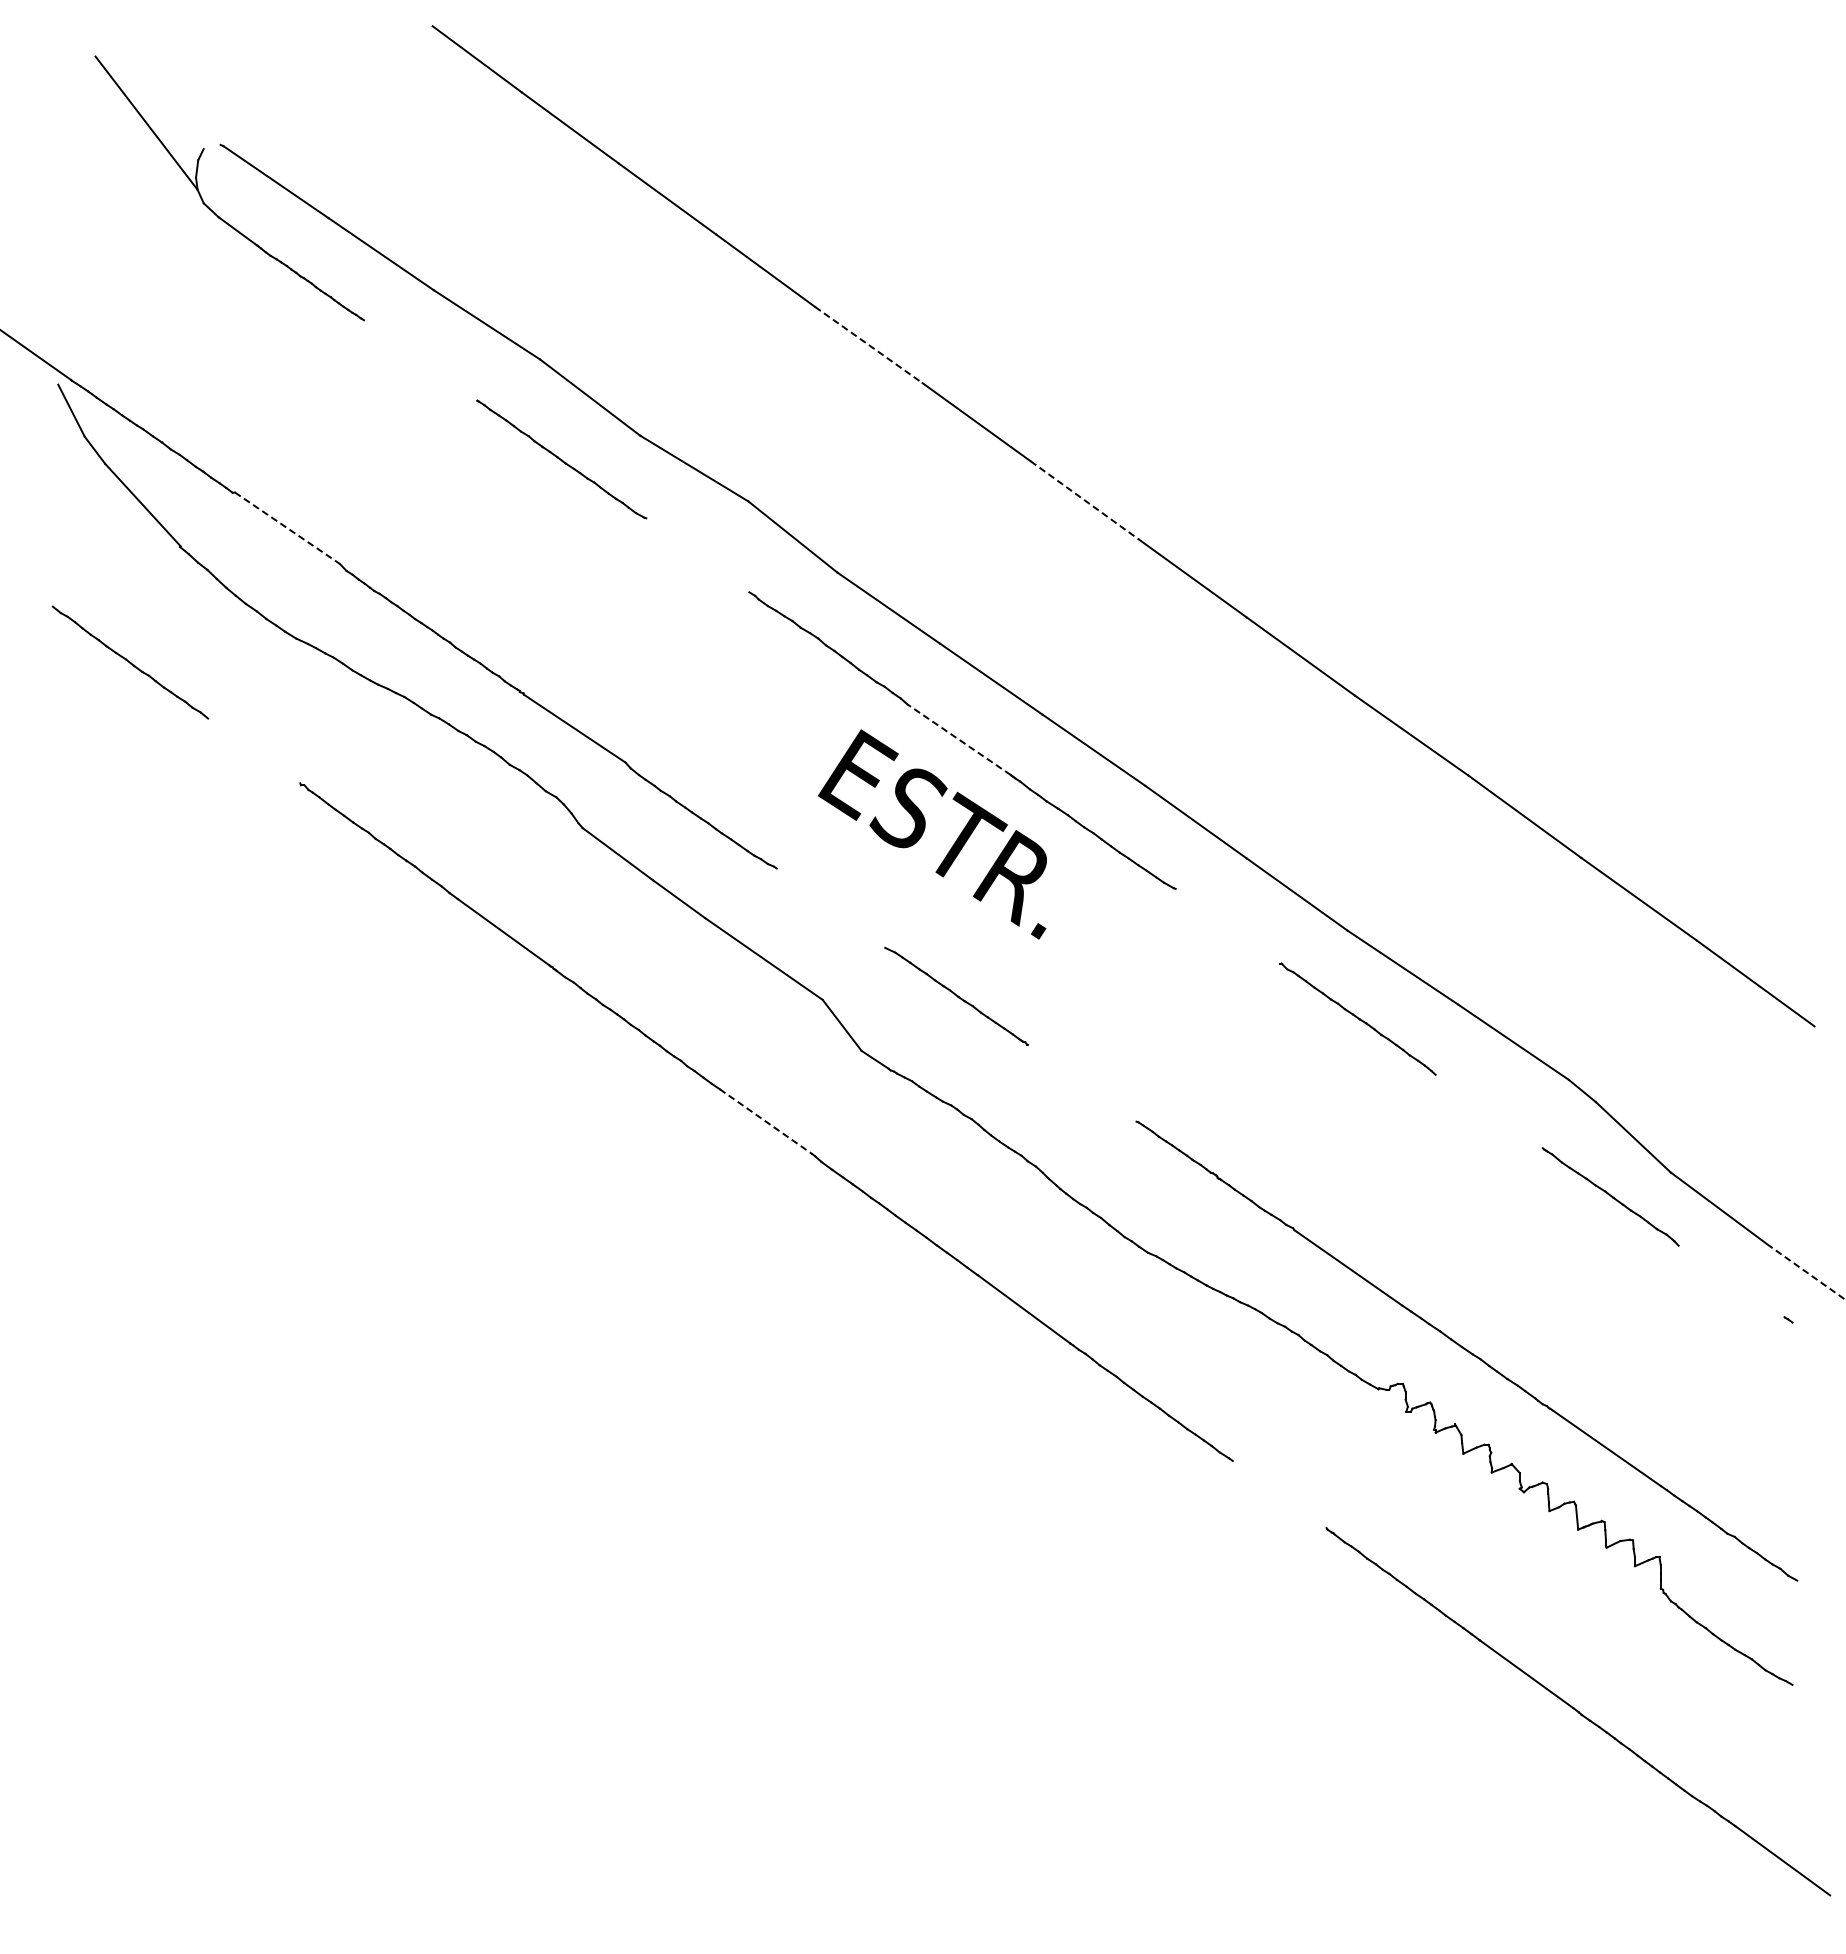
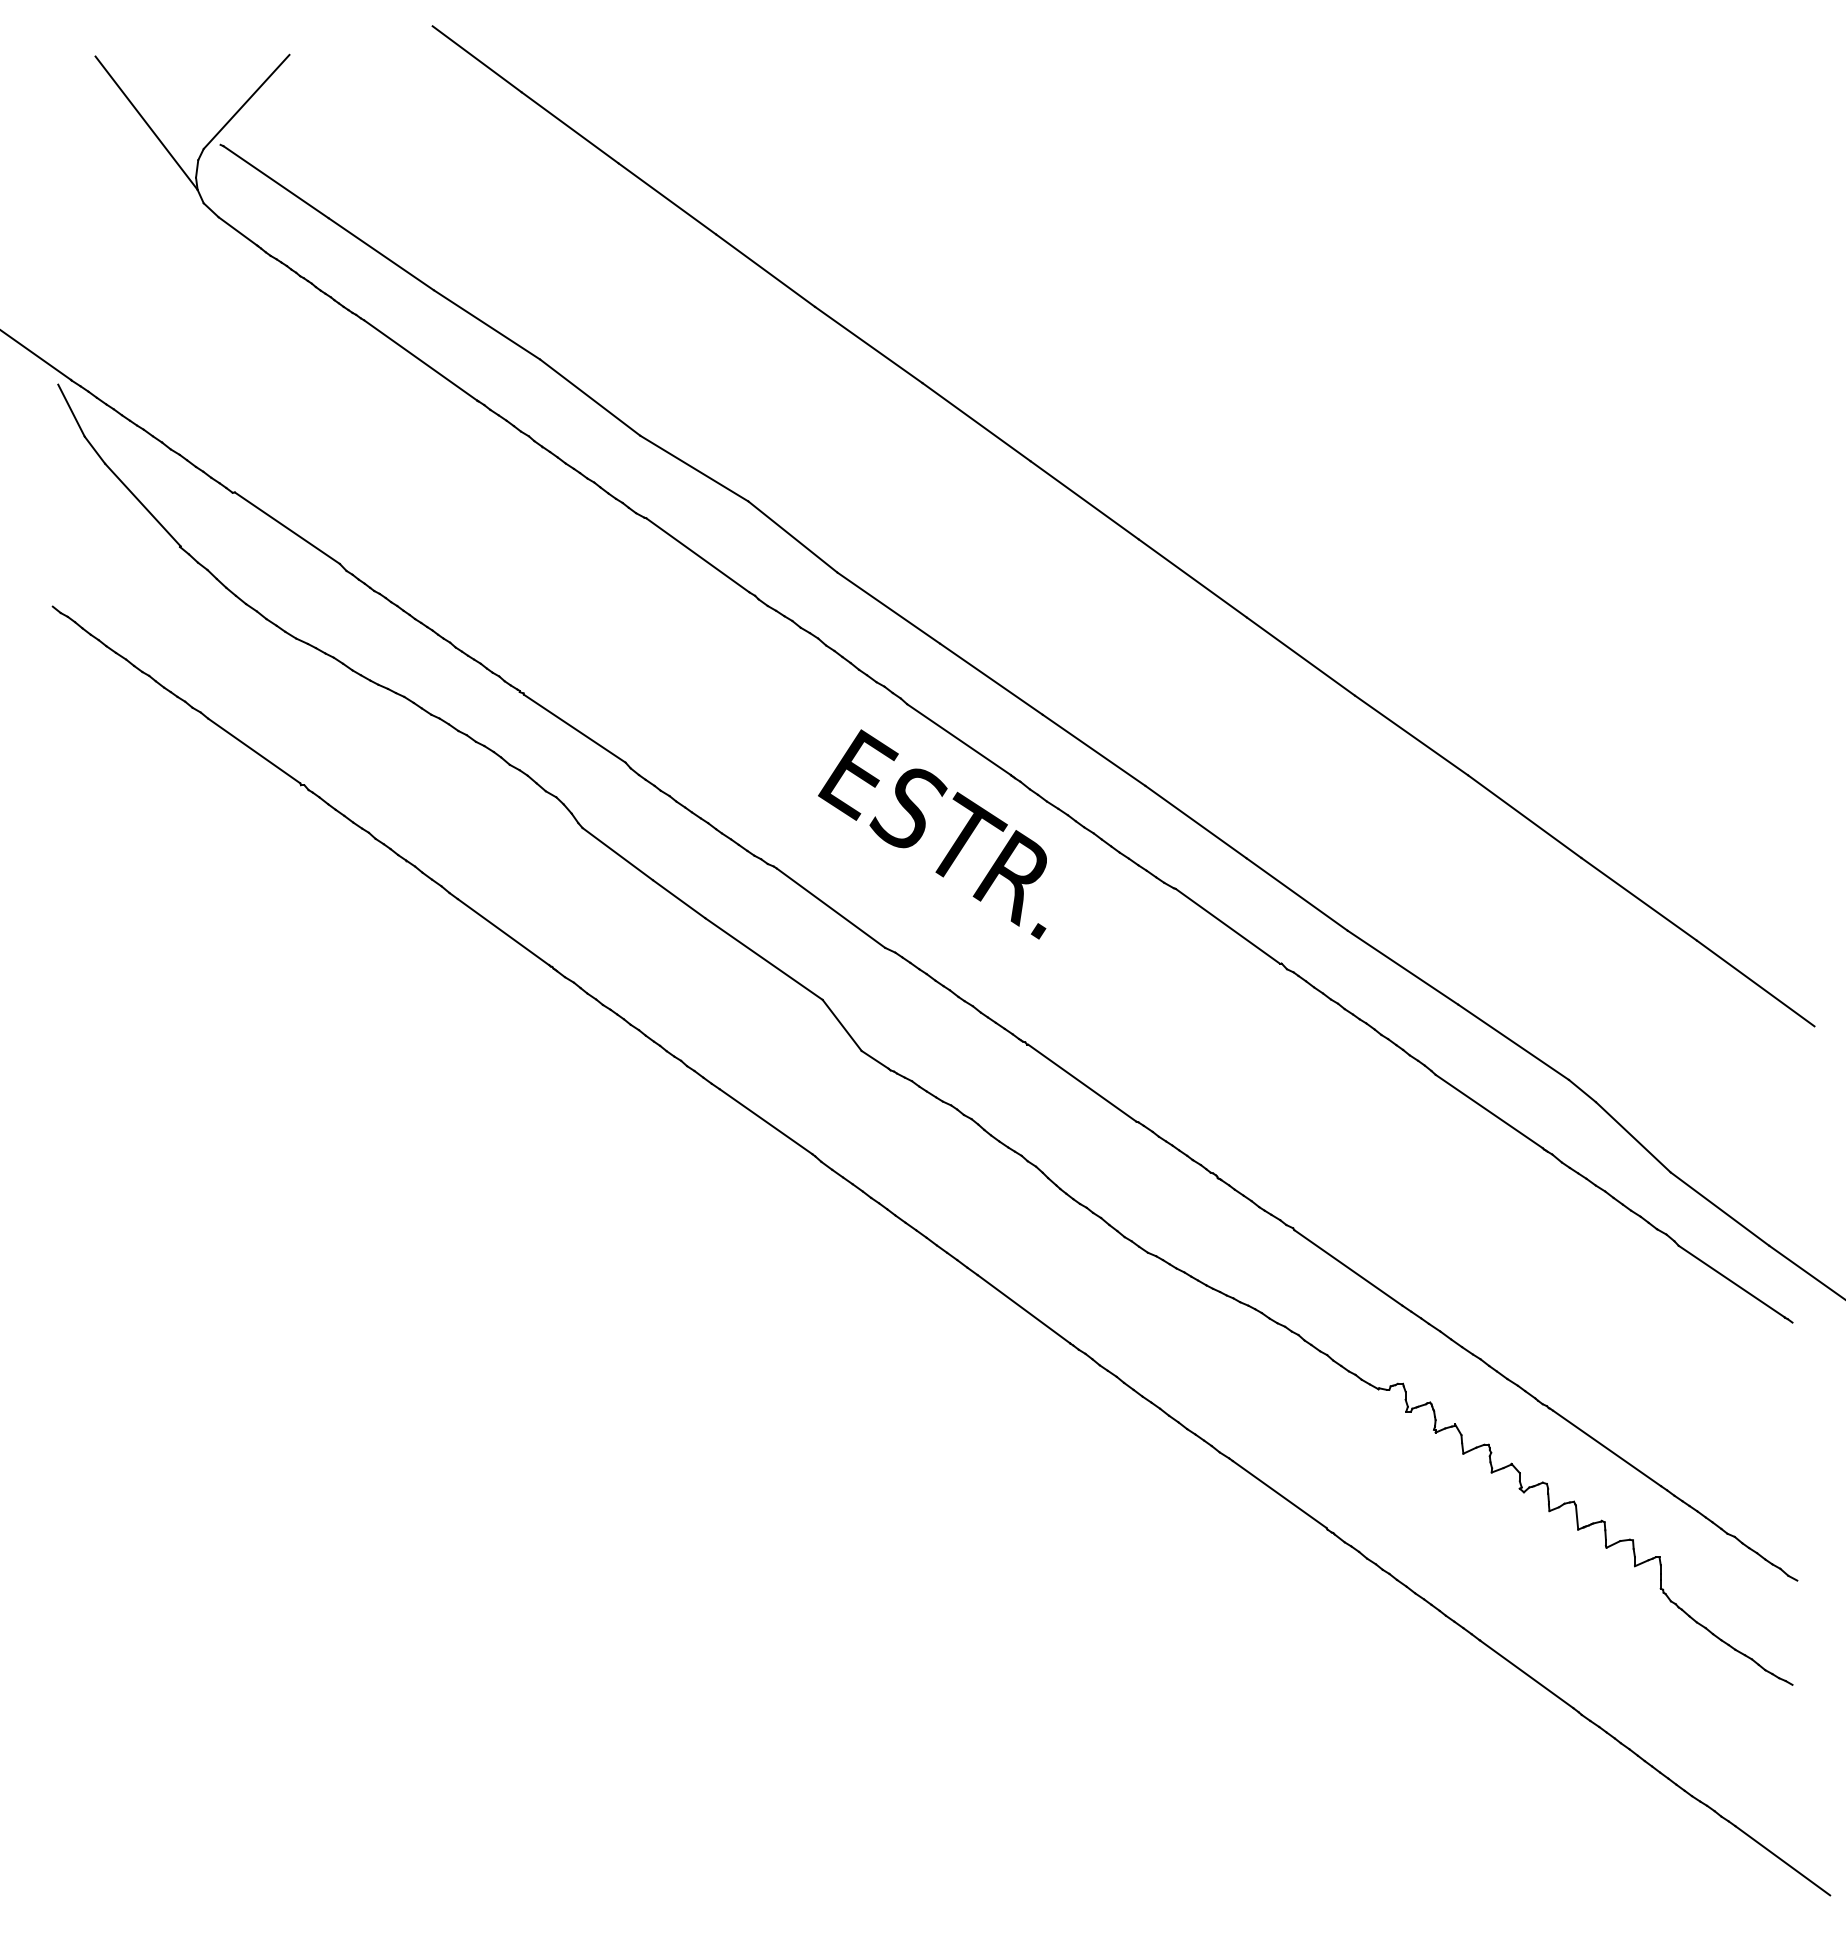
line at (246, 101): none -> present
line at (868, 345): dashed -> solid
line at (420, 360): none -> present
line at (1084, 500): dashed -> solid
line at (287, 528): dashed -> solid
line at (697, 555): none -> present
line at (959, 739): dashed -> solid
line at (254, 750): none -> present
line at (830, 907): none -> present
line at (1227, 925): none -> present
line at (1082, 1082): none -> present
line at (1488, 1111): none -> present
line at (766, 1121): dashed -> solid
line at (1807, 1272): dashed -> solid
line at (1731, 1281): none -> present
line at (1279, 1494): none -> present
